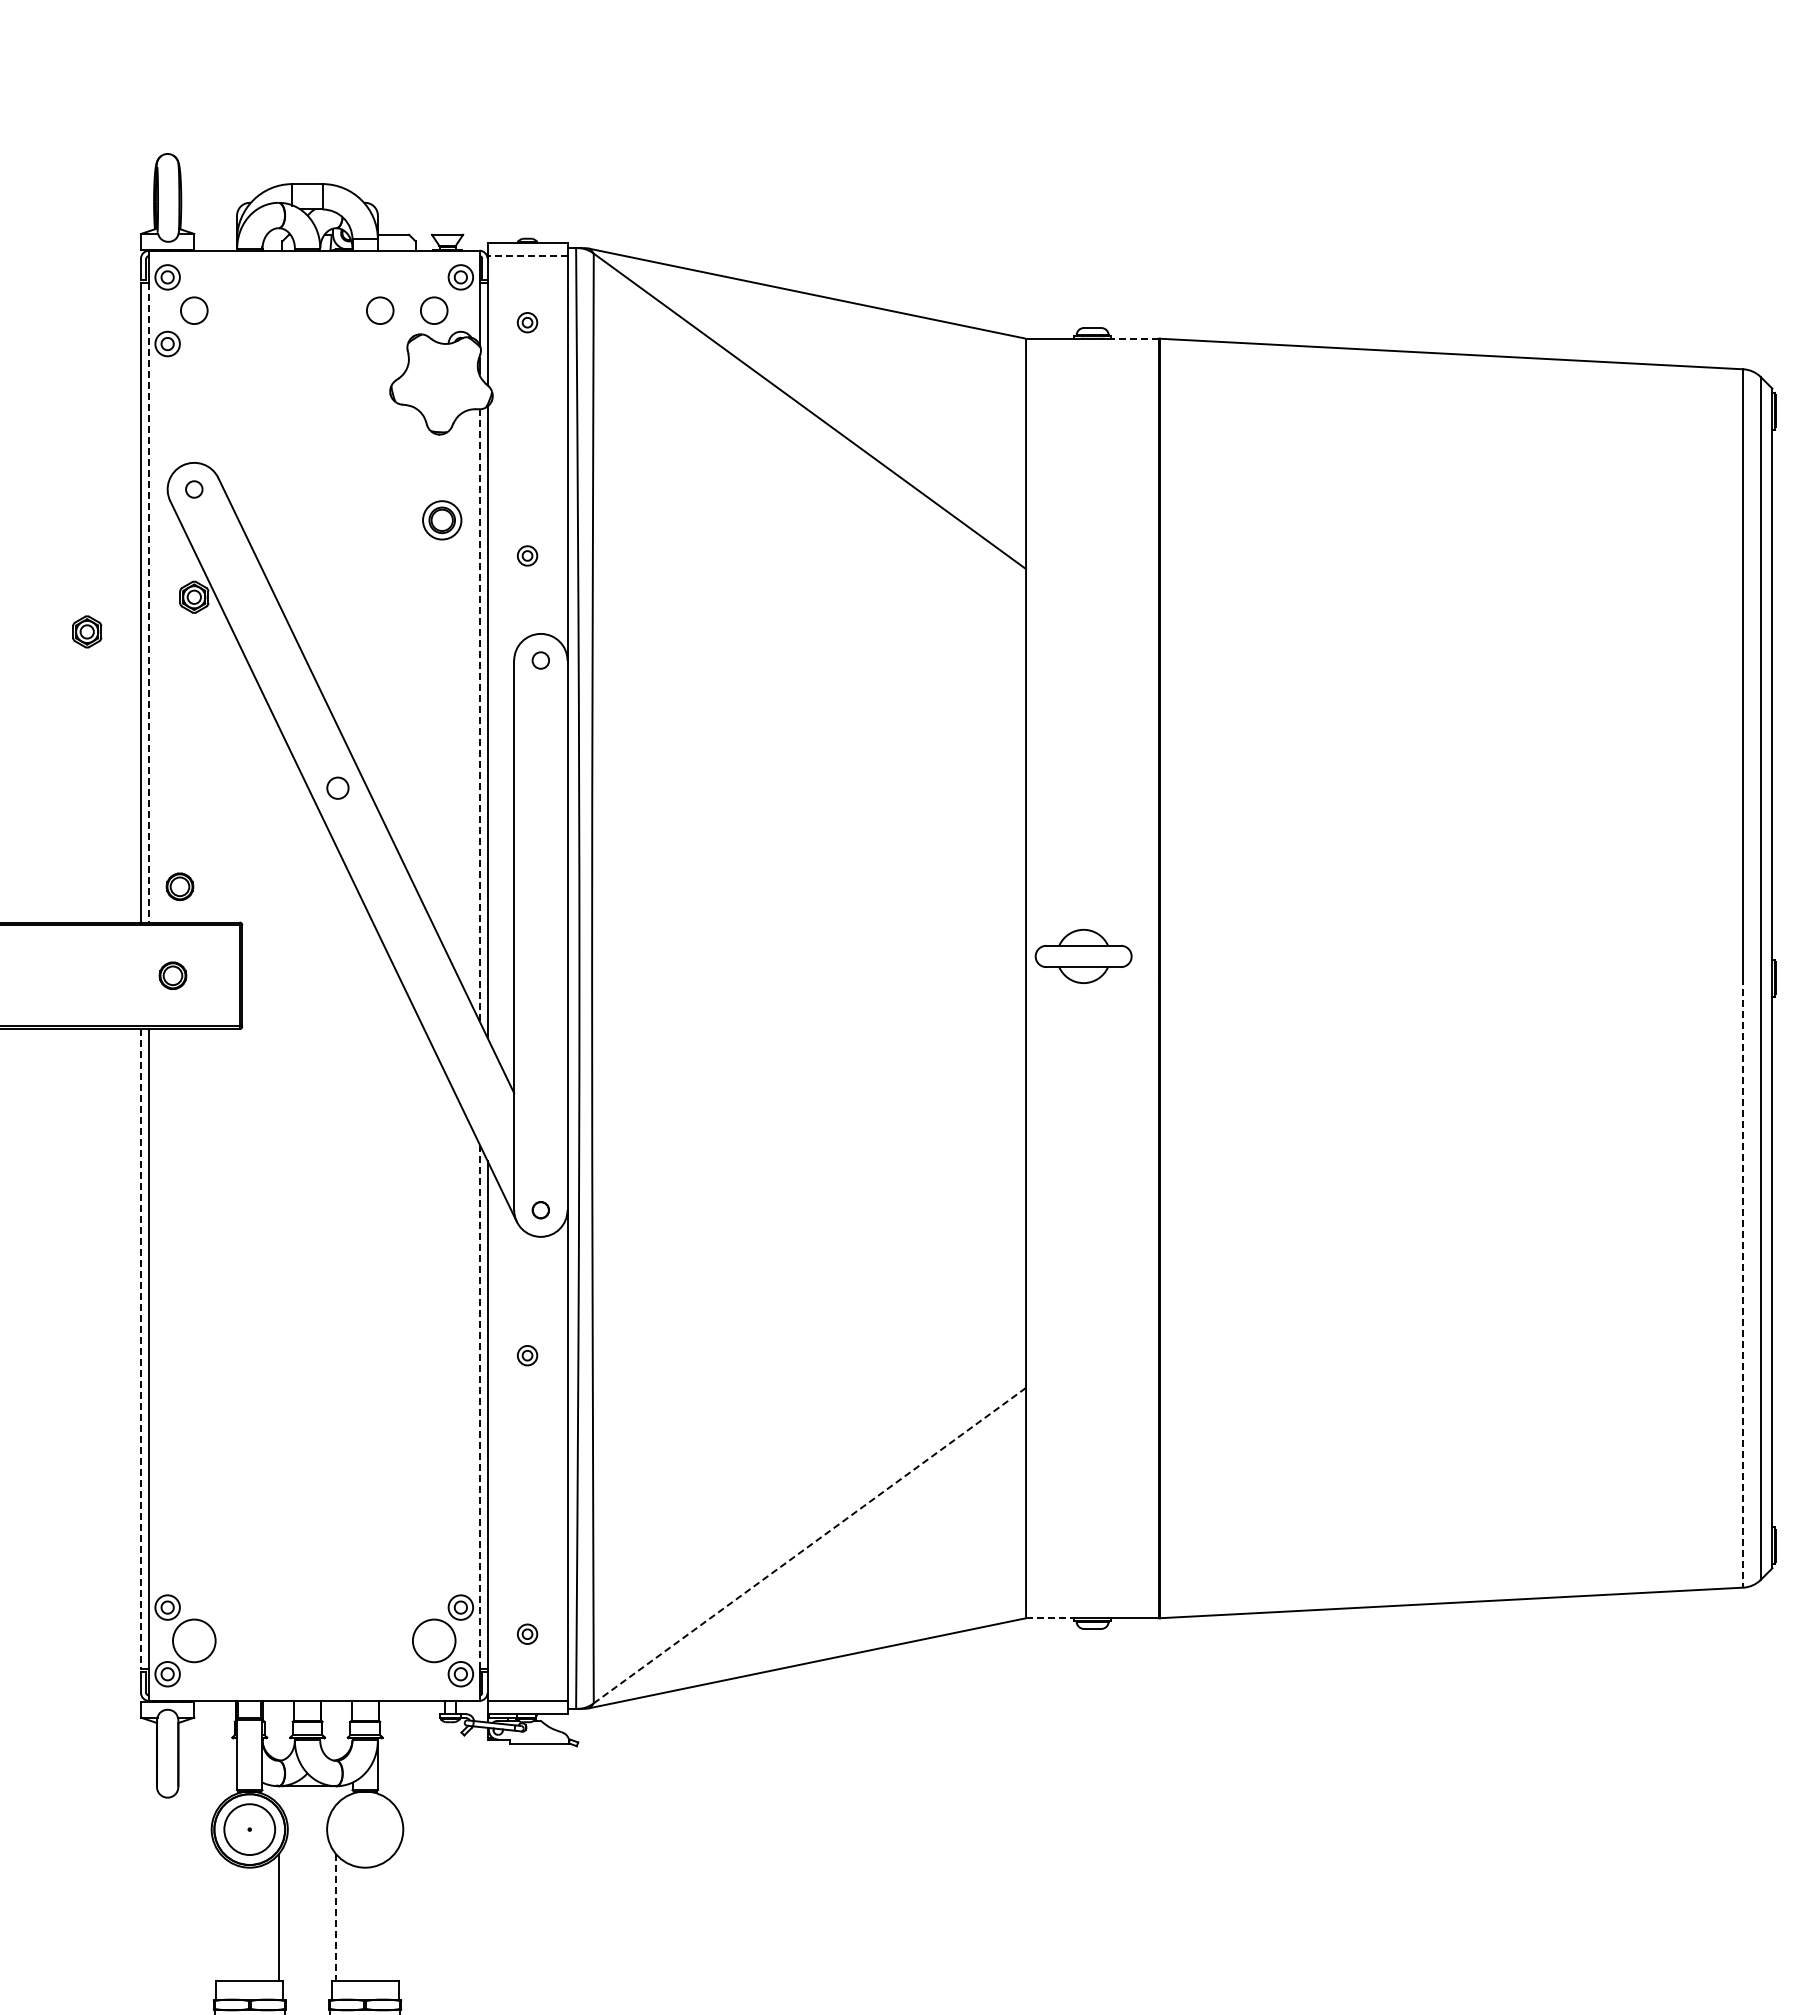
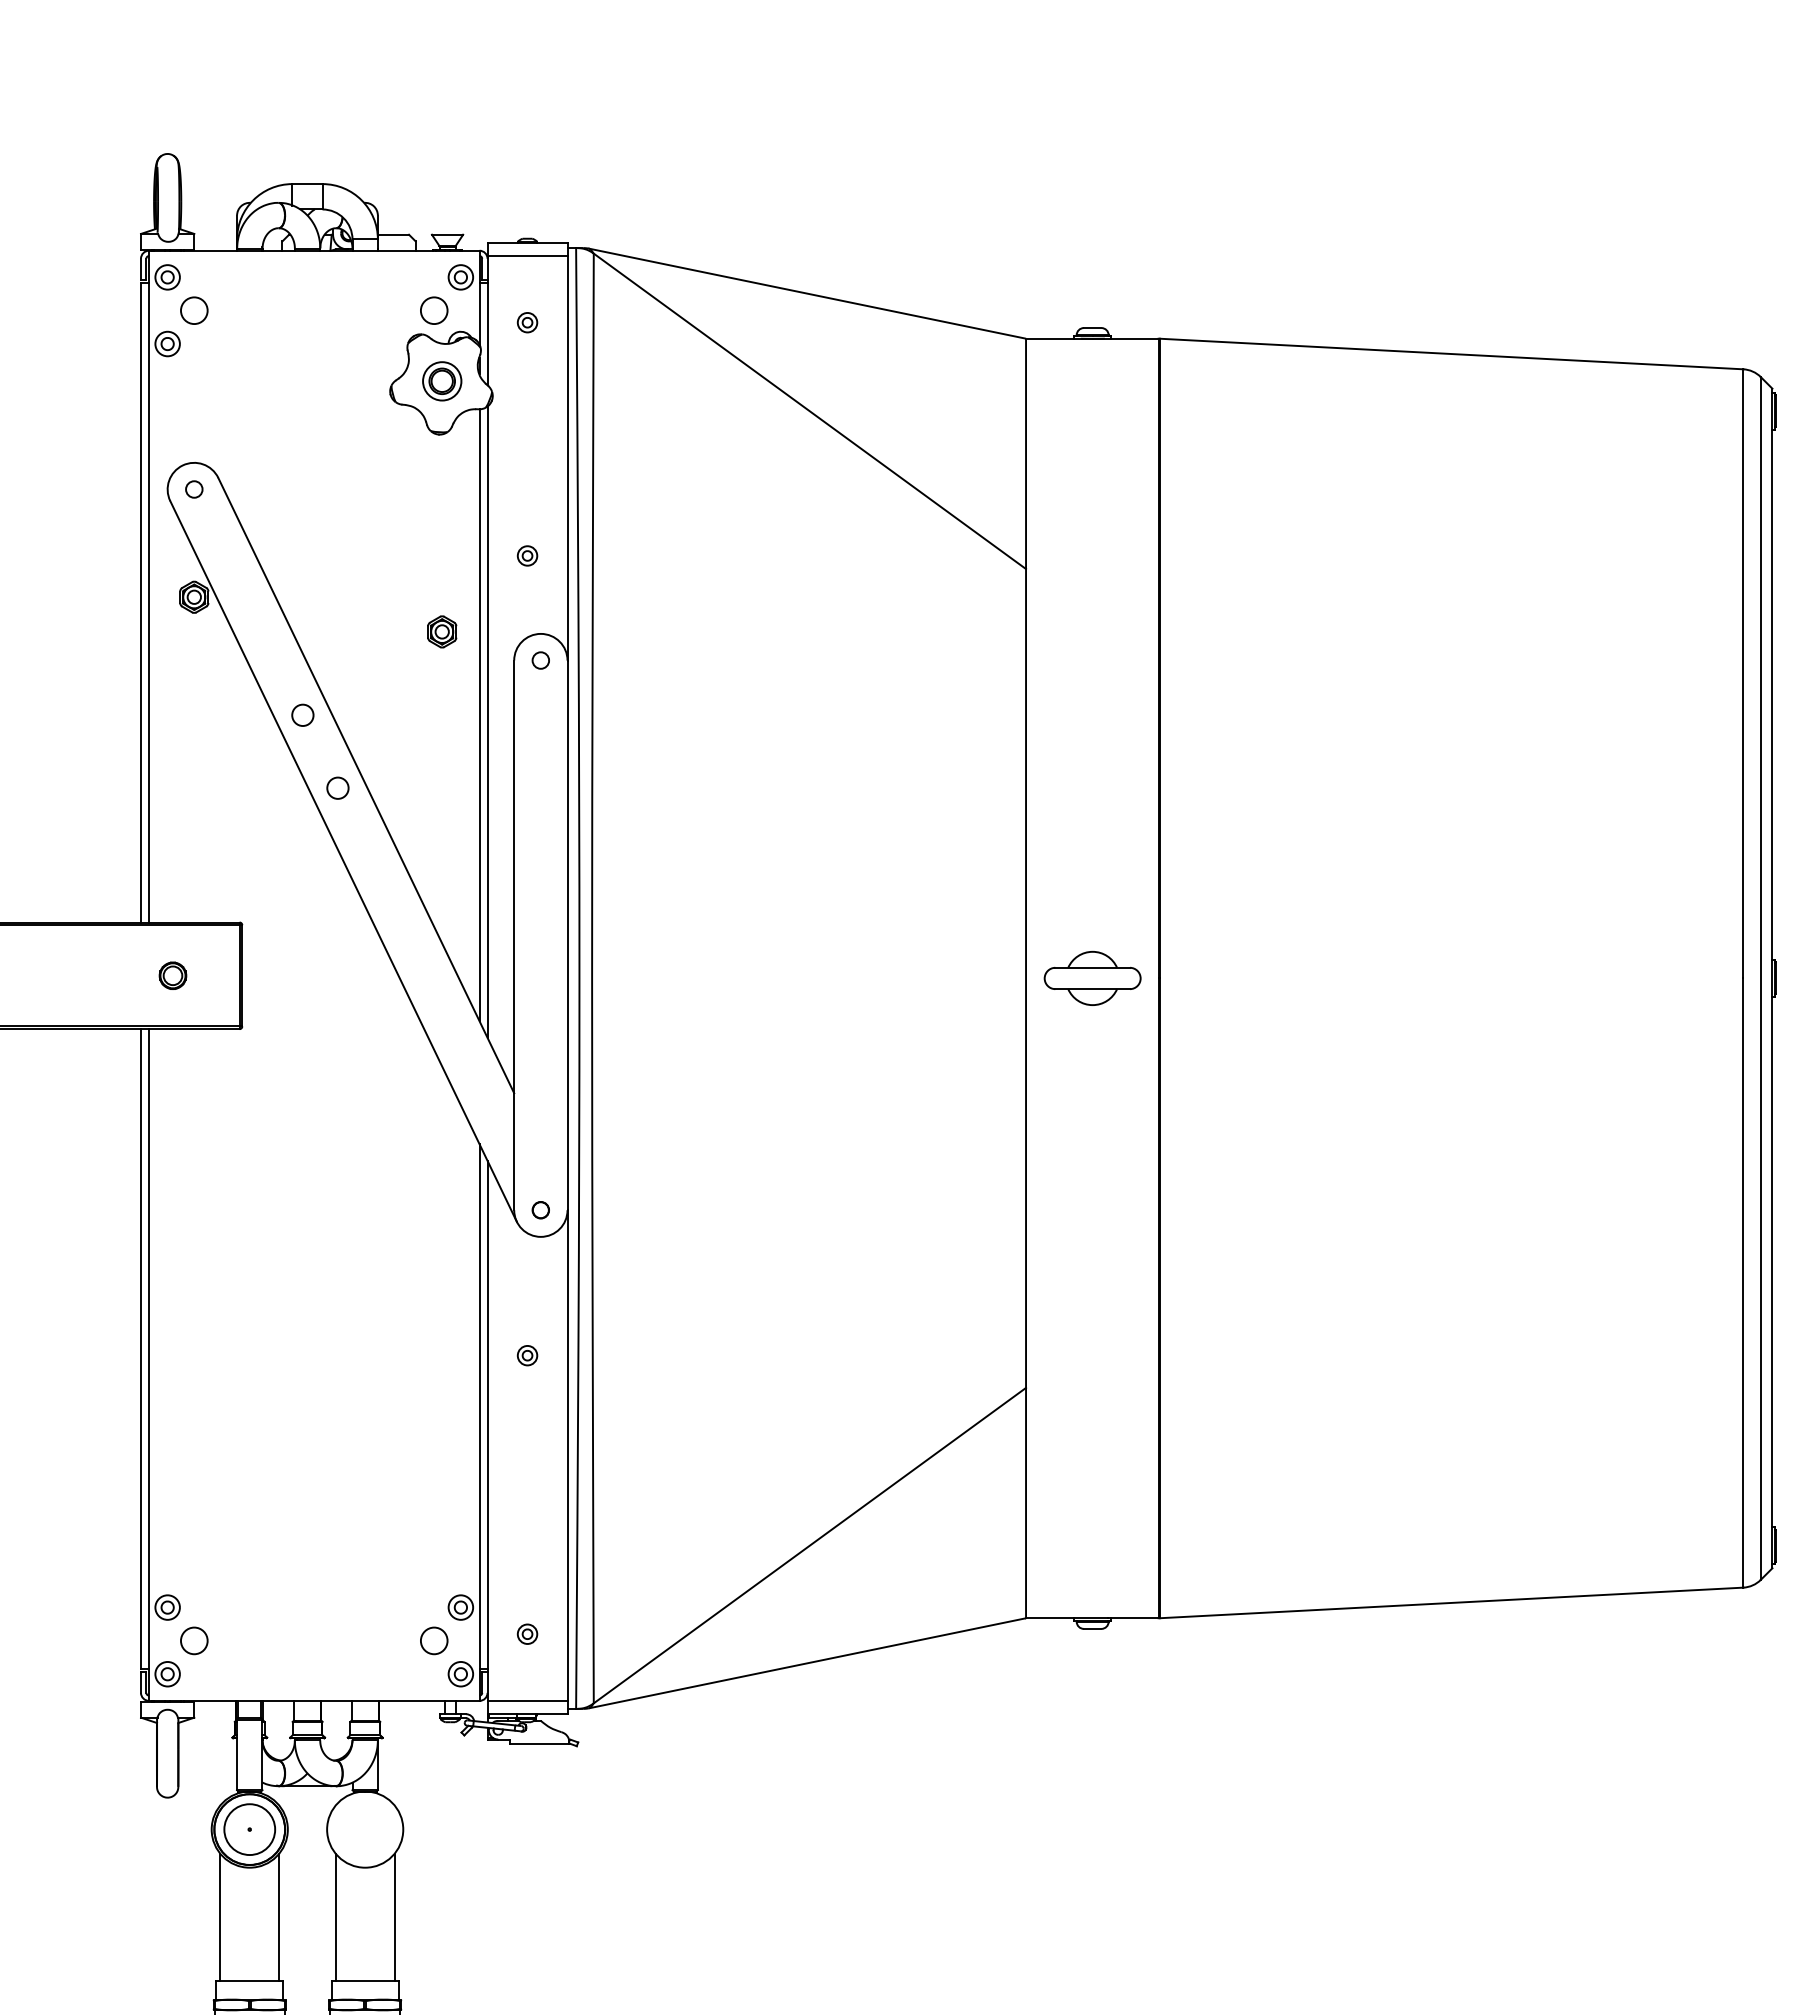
line at (527, 256): dashed -> solid
circle at (380, 310): present -> none
line at (1134, 338): dashed -> solid
part at (442, 520) position: (442, 520) -> (442, 381)
line at (149, 602): dashed -> solid
part at (87, 631) position: (87, 631) -> (442, 631)
circle at (302, 714): none -> present
line at (479, 715): dashed -> solid
part at (179, 886): present -> none
part at (1083, 955) position: (1083, 955) -> (1092, 977)
line at (1743, 1283): dashed -> solid
line at (141, 1349): dashed -> solid
line at (479, 1406): dashed -> solid
line at (809, 1545): dashed -> solid
line at (1050, 1618): dashed -> solid
circle at (194, 1640) diameter: 43 px -> 27 px
circle at (433, 1640) diameter: 43 px -> 27 px
line at (220, 1917): none -> present
line at (335, 1917): dashed -> solid
line at (394, 1917): none -> present
